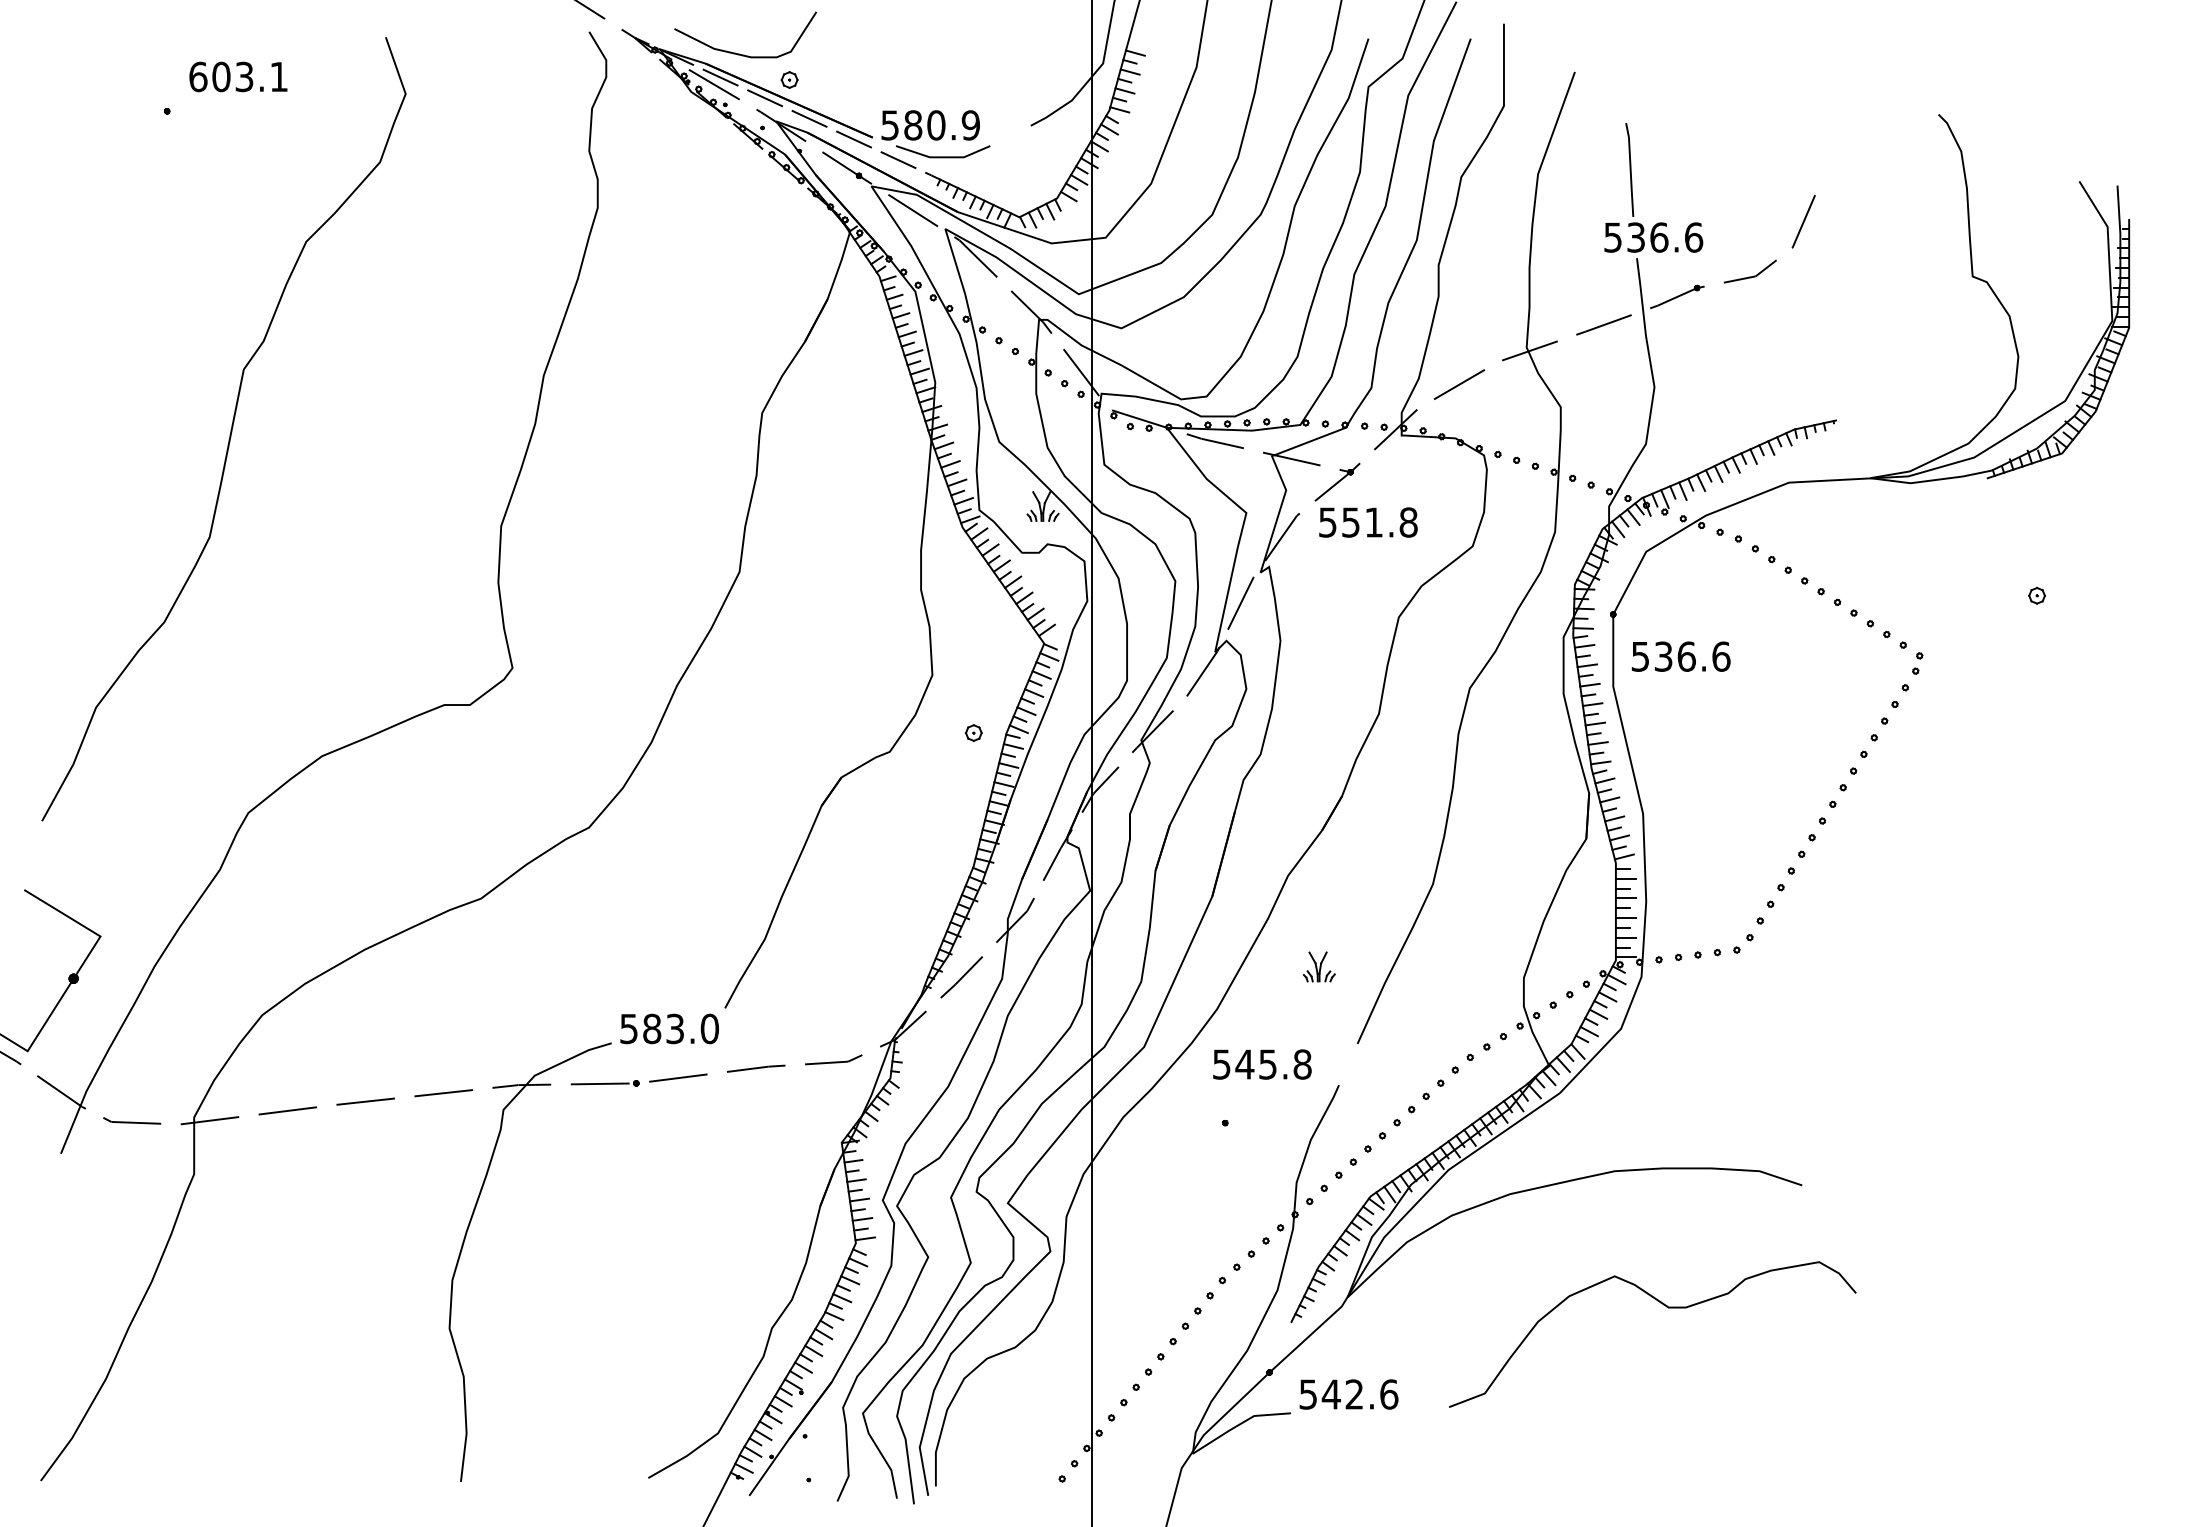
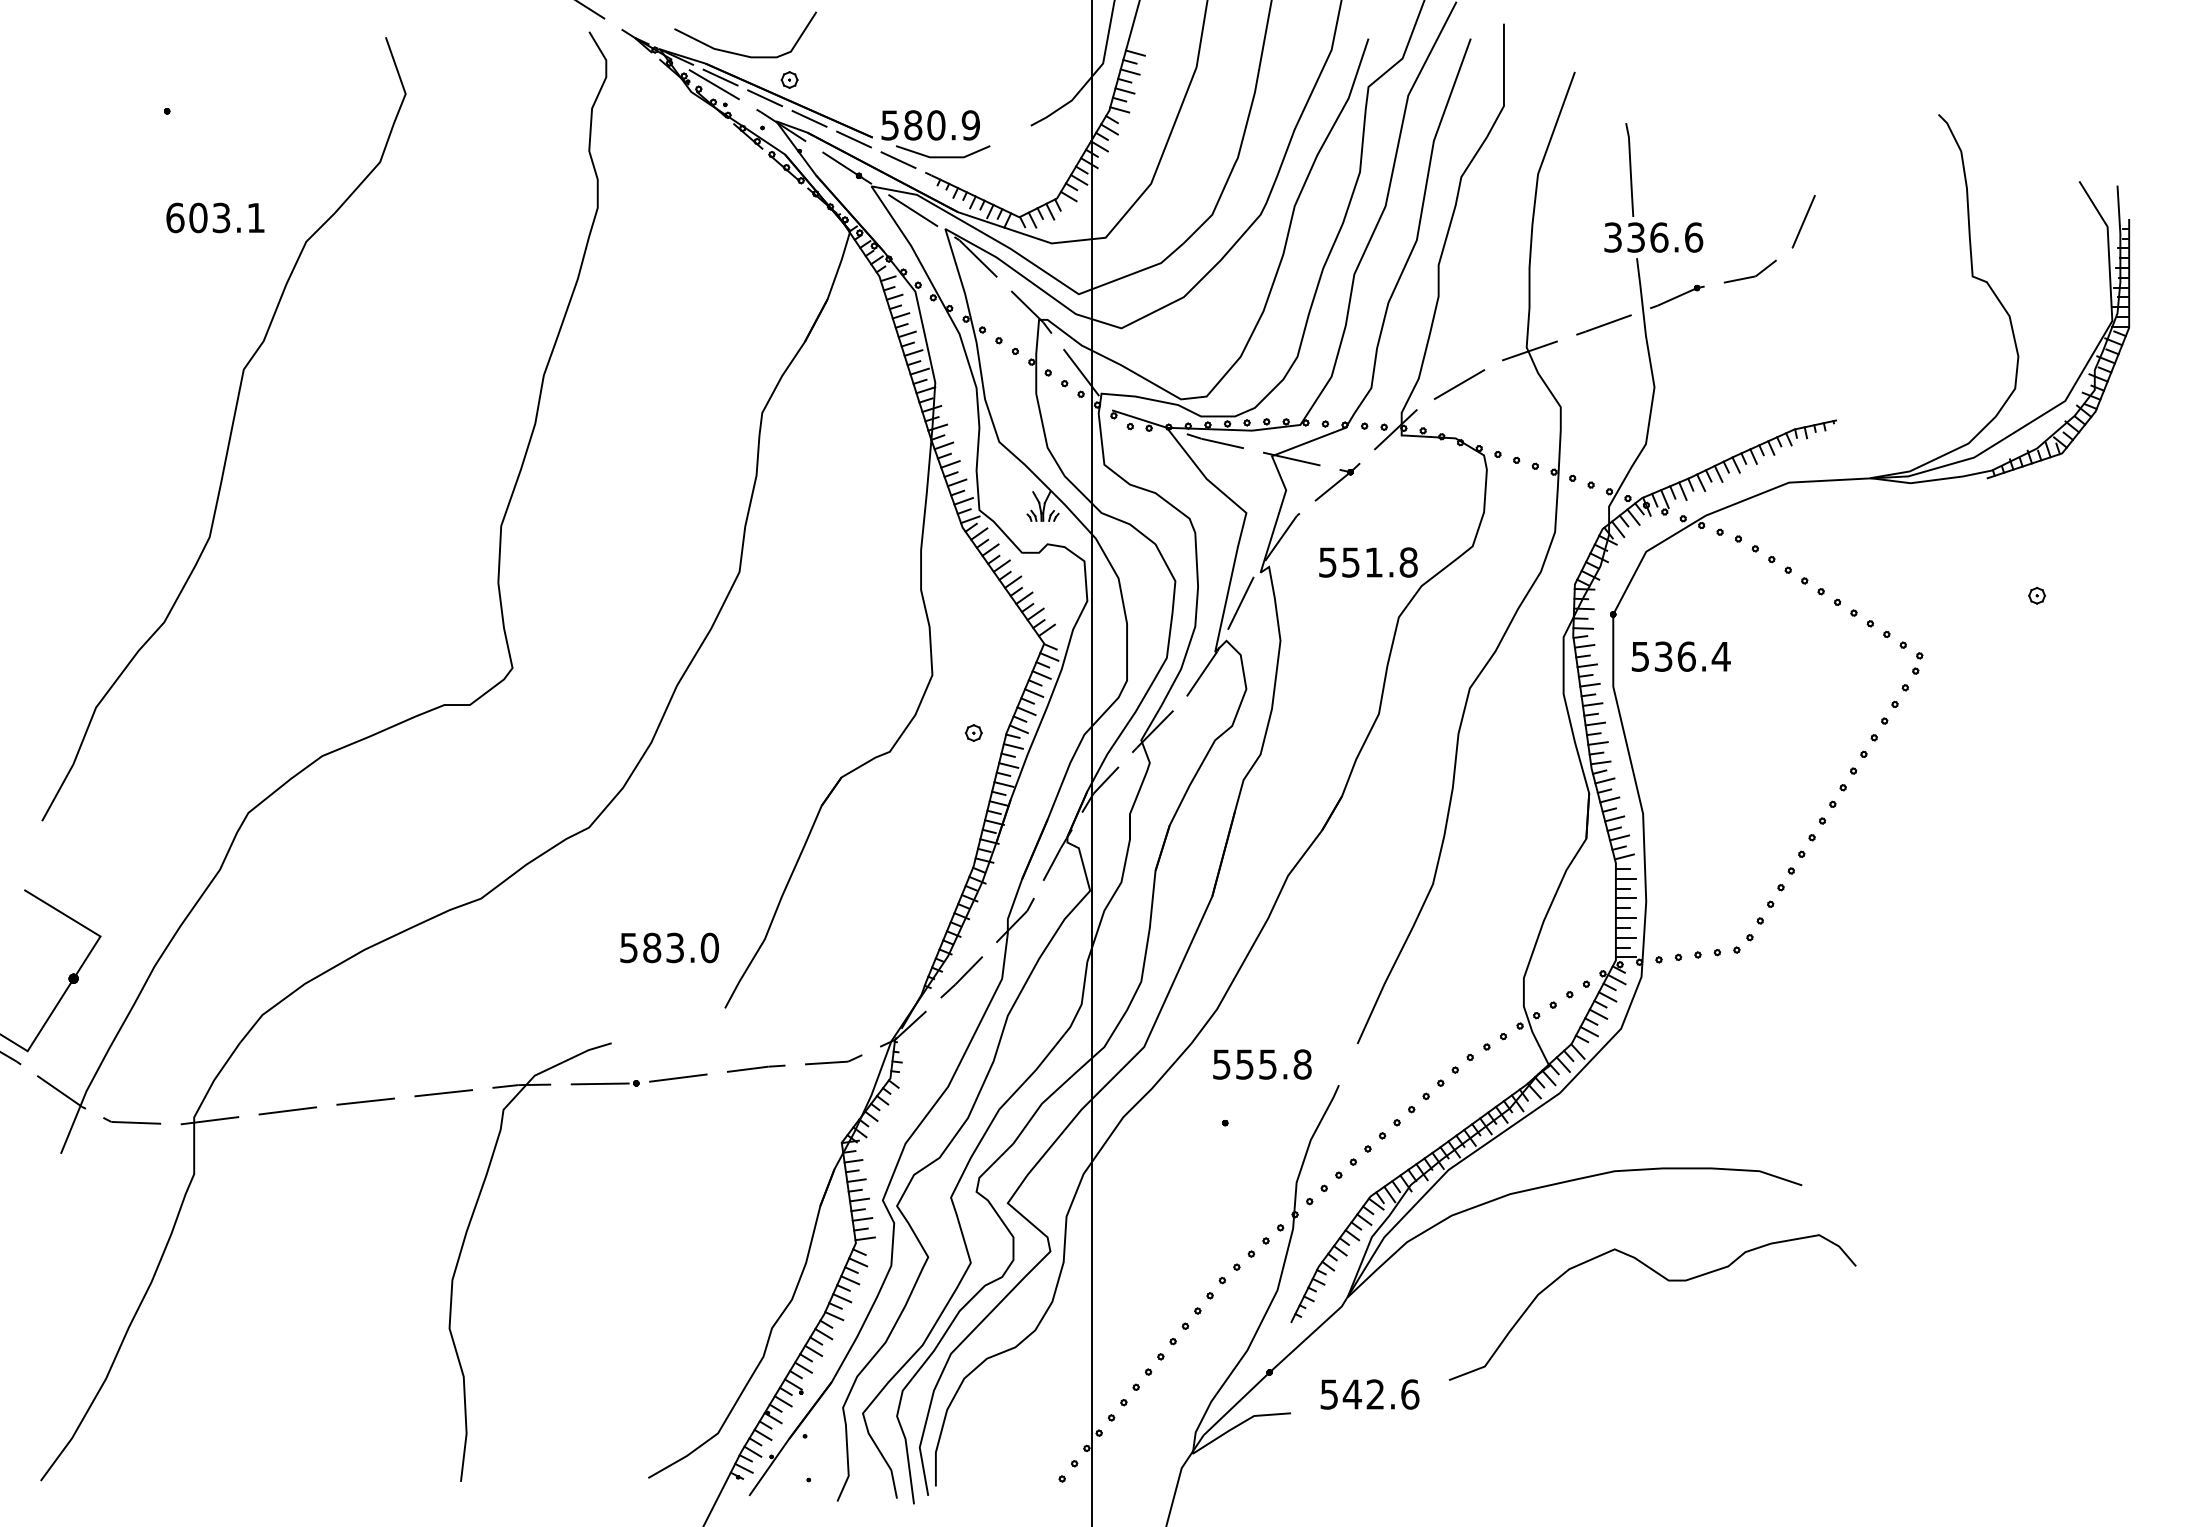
text at (238, 76) position: (238, 76) -> (215, 217)
text at (1613, 237): 536.6 -> 336.6
text at (1368, 522) position: (1368, 522) -> (1368, 562)
text at (1720, 656): 536.6 -> 536.4
part at (1319, 966): present -> none
text at (669, 1028) position: (669, 1028) -> (669, 947)
text at (1244, 1064): 545.8 -> 555.8
curve at (1666, 1307) position: (1666, 1307) -> (1666, 1280)
text at (1348, 1394) position: (1348, 1394) -> (1369, 1394)
